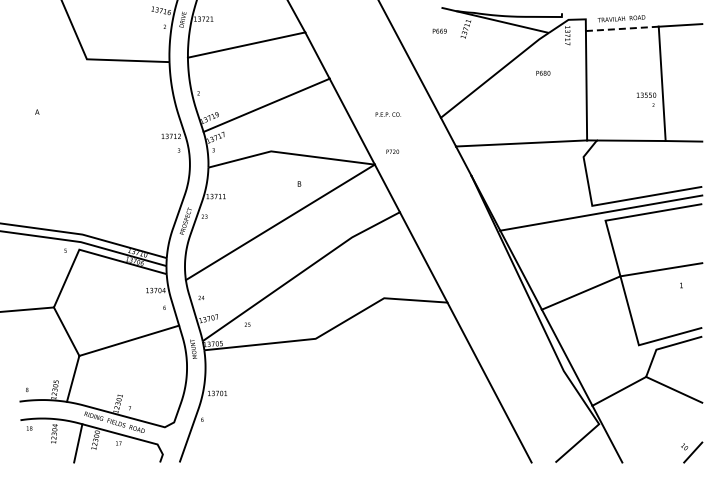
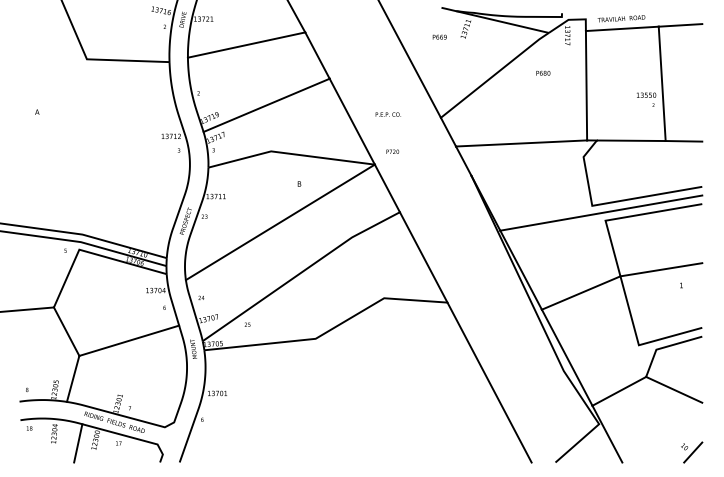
line at (622, 28): dashed -> solid
text at (439, 30) position: (439, 30) -> (439, 36)
